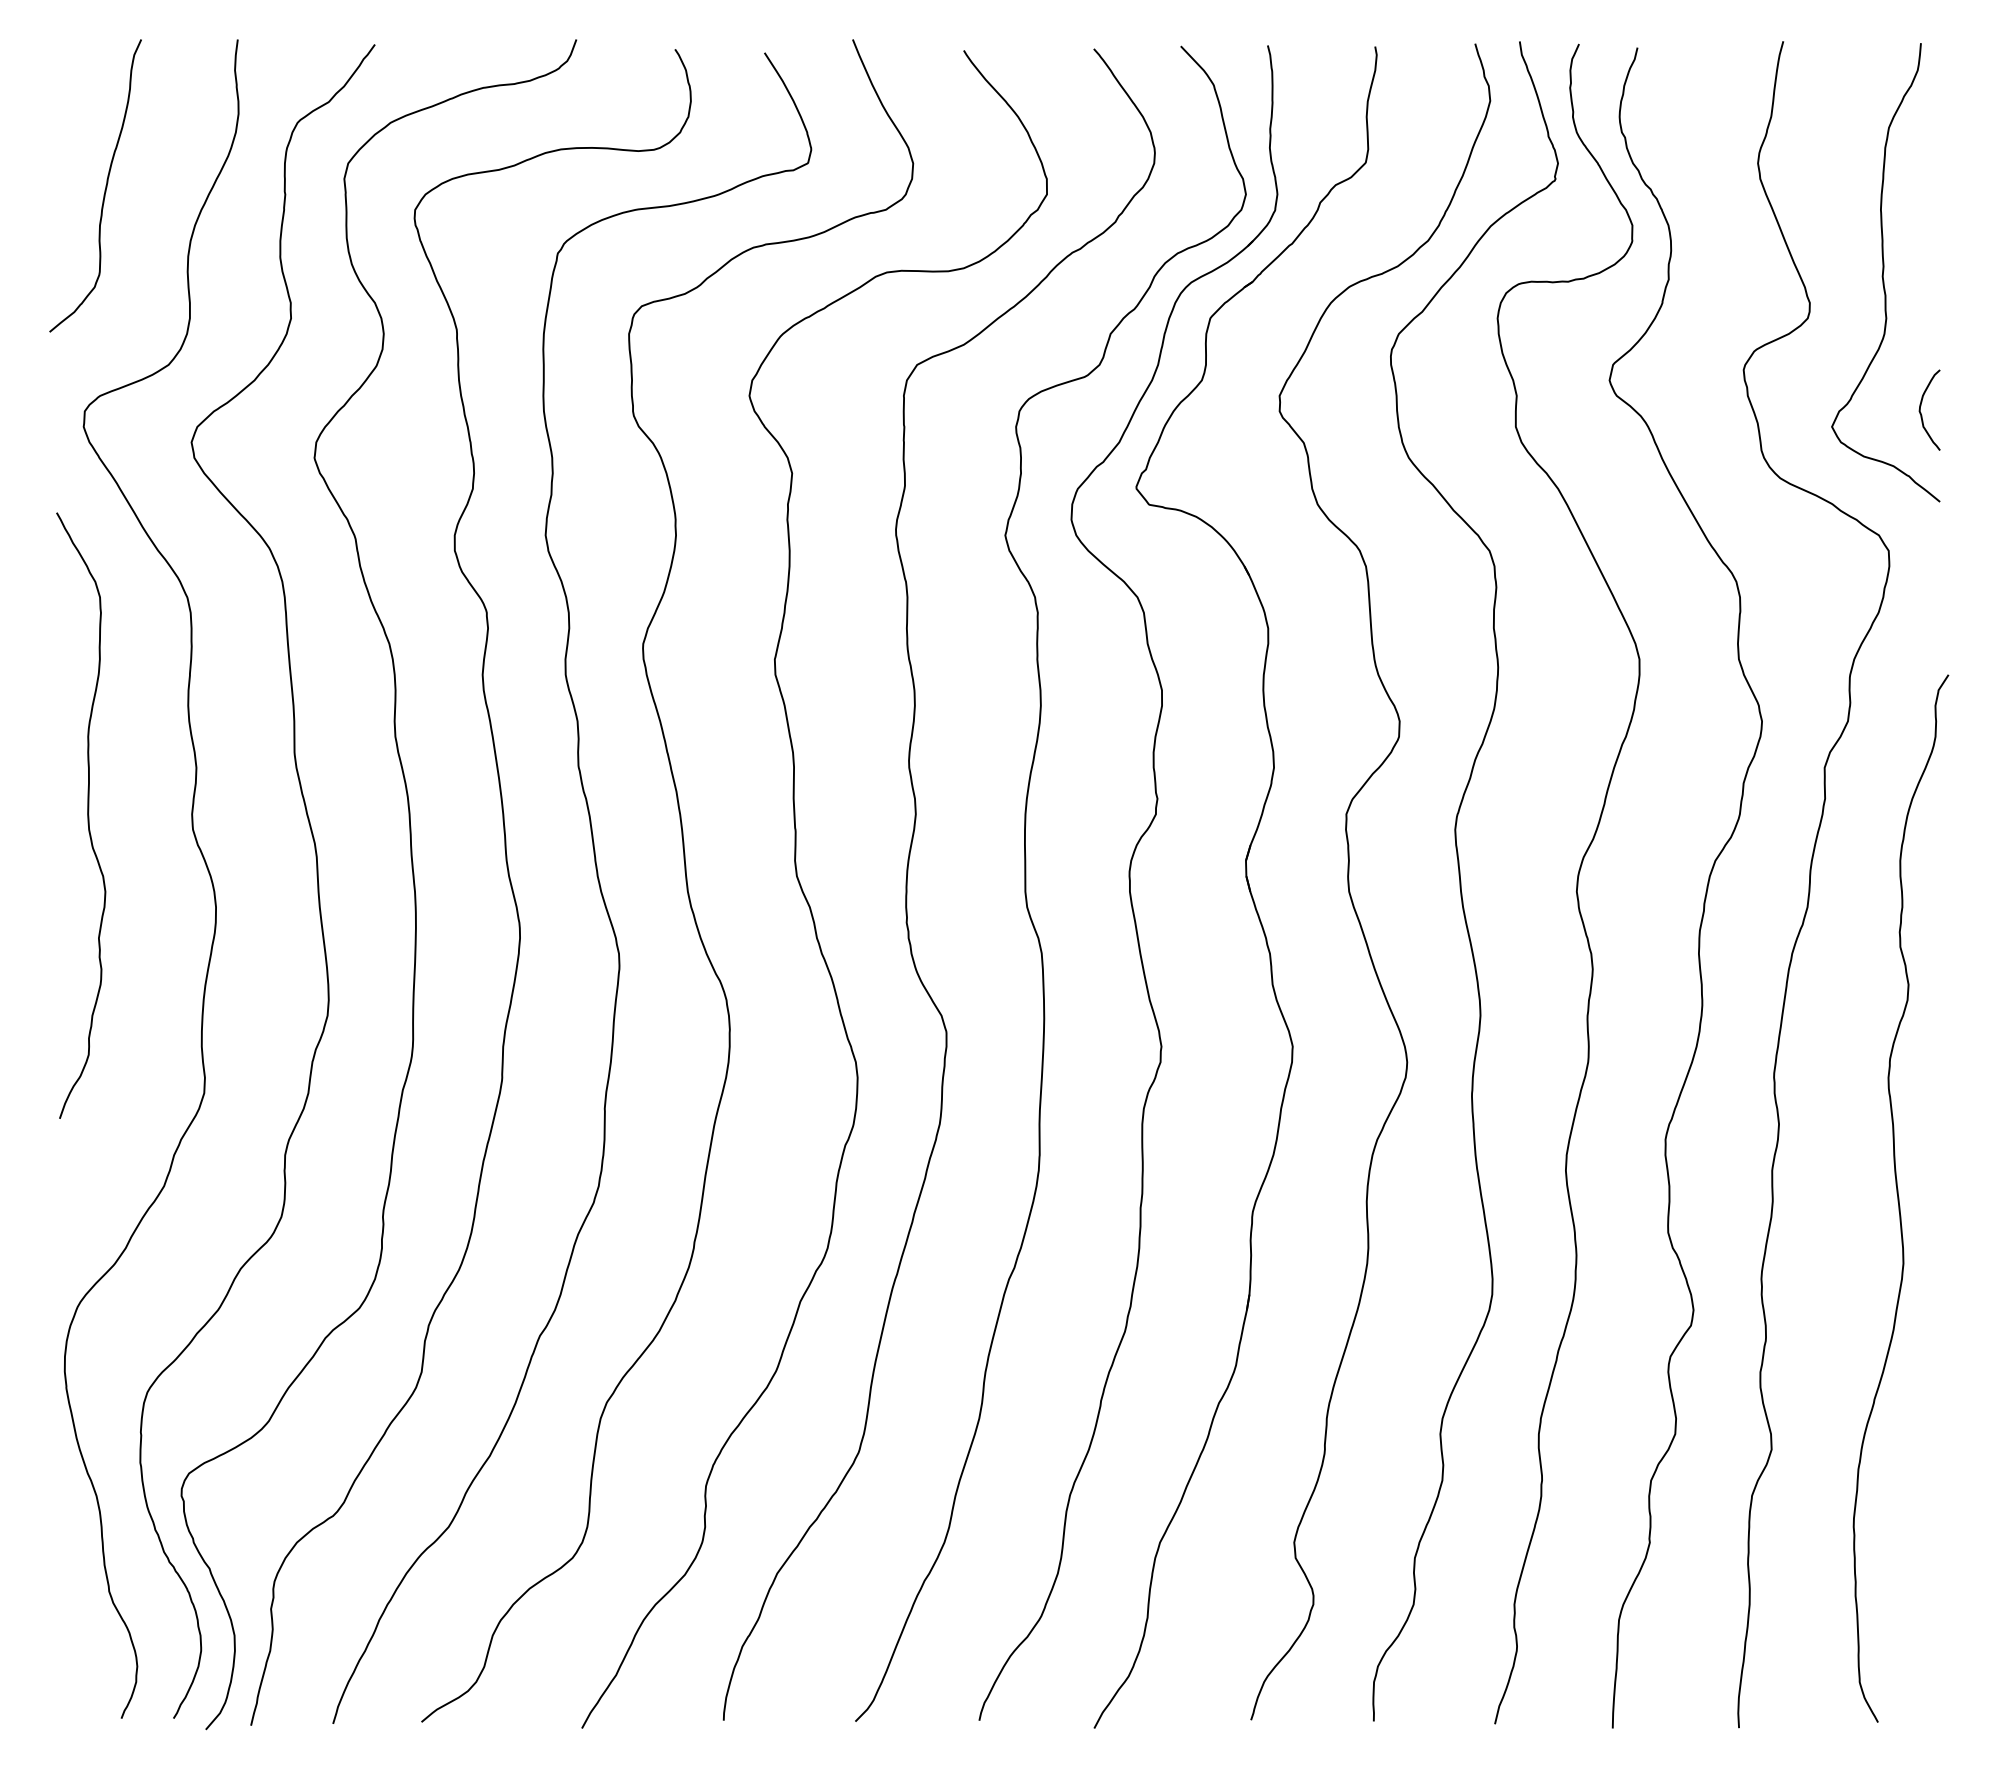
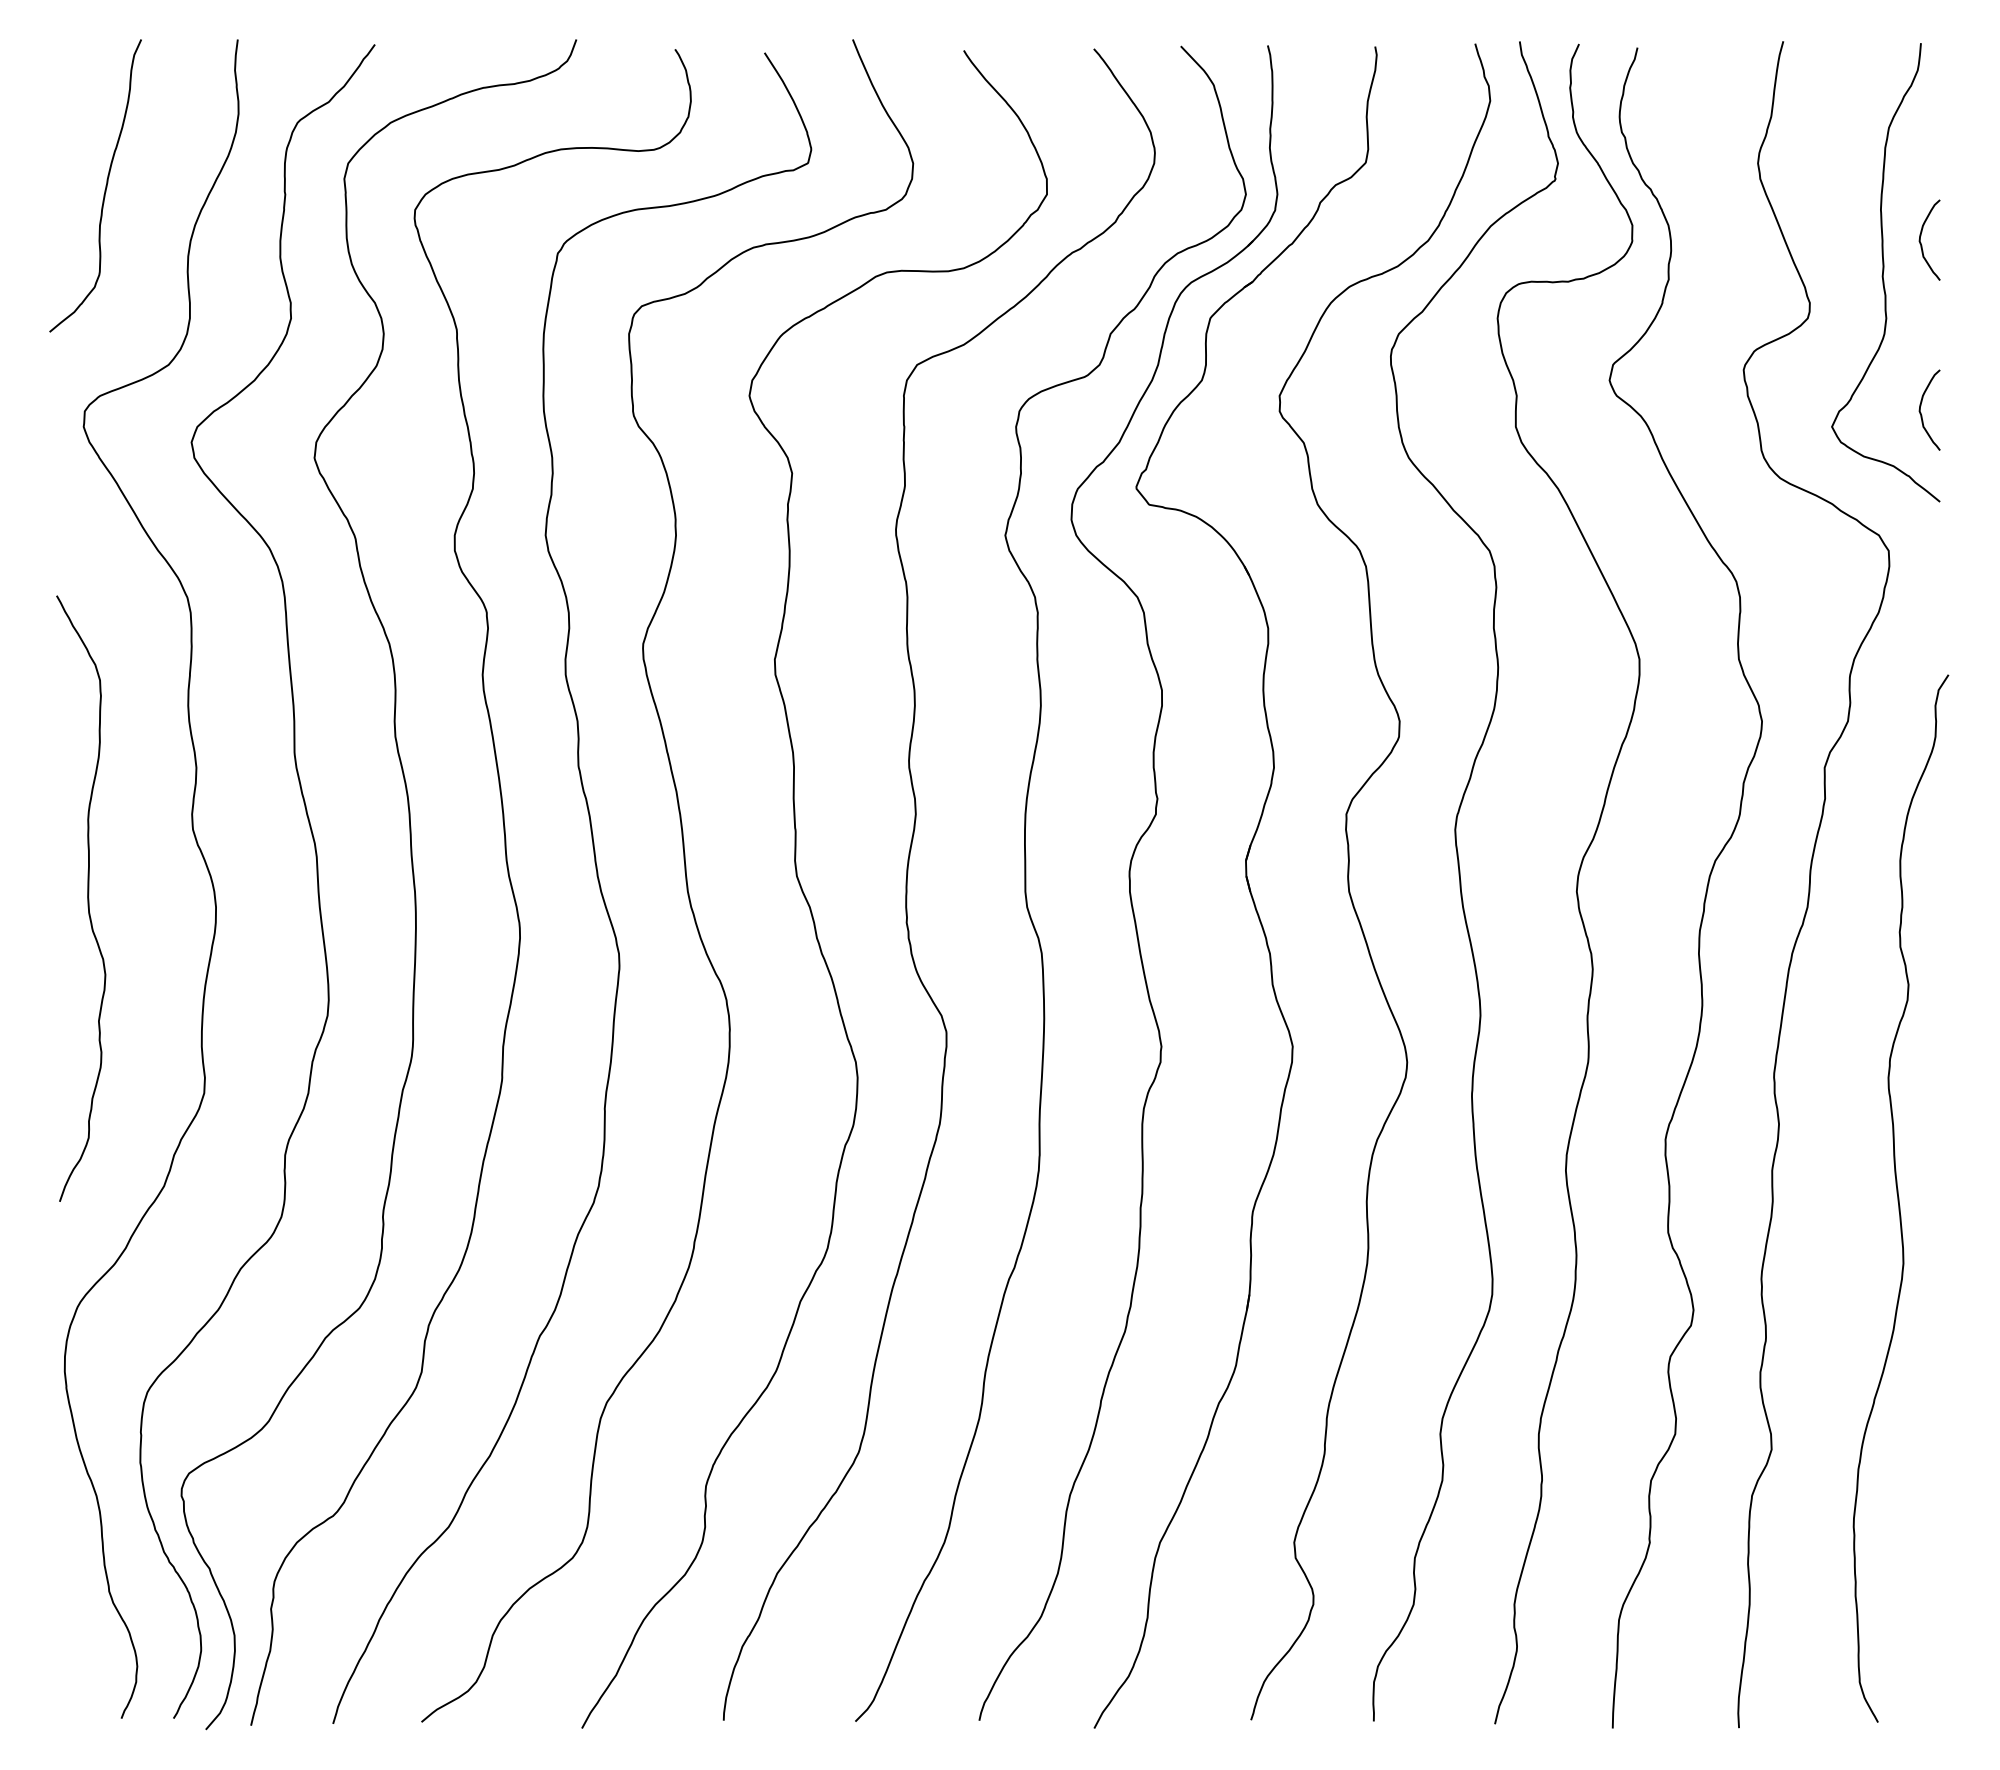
curve at (1921, 236): none -> present
curve at (87, 815) position: (87, 815) -> (87, 898)
